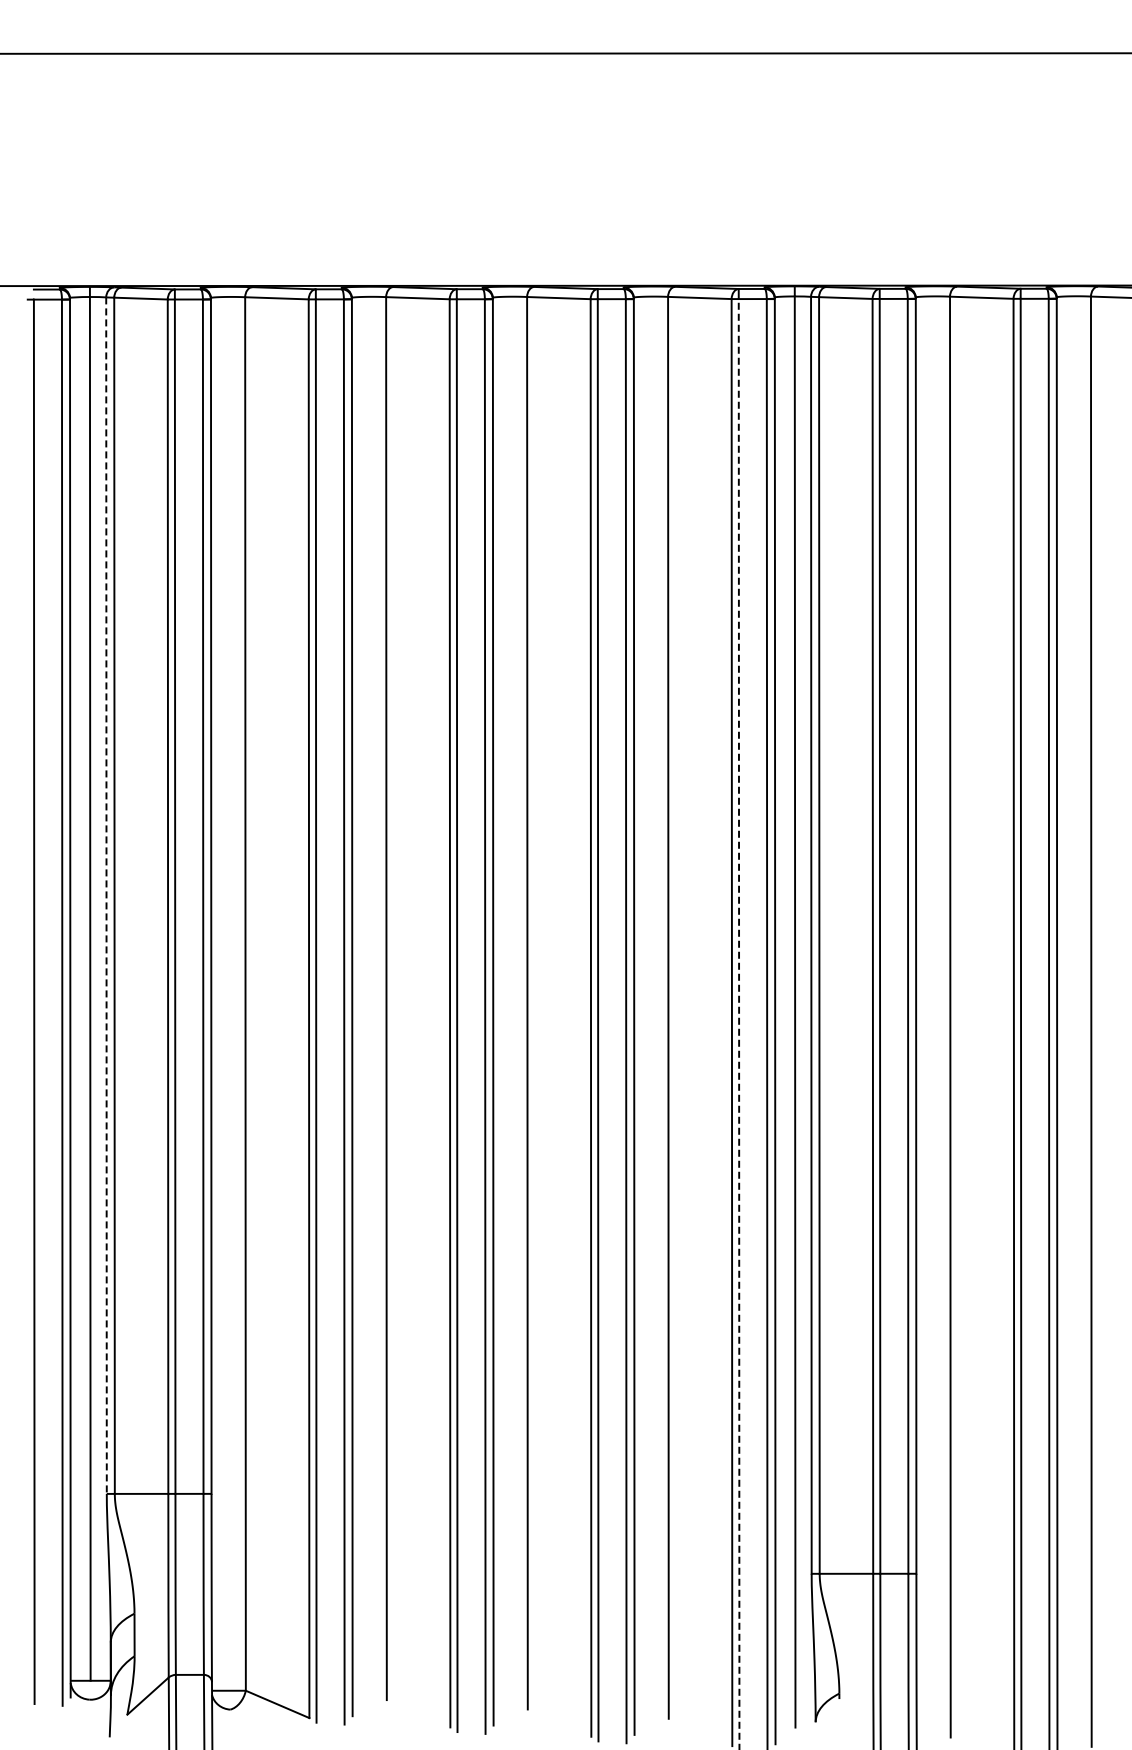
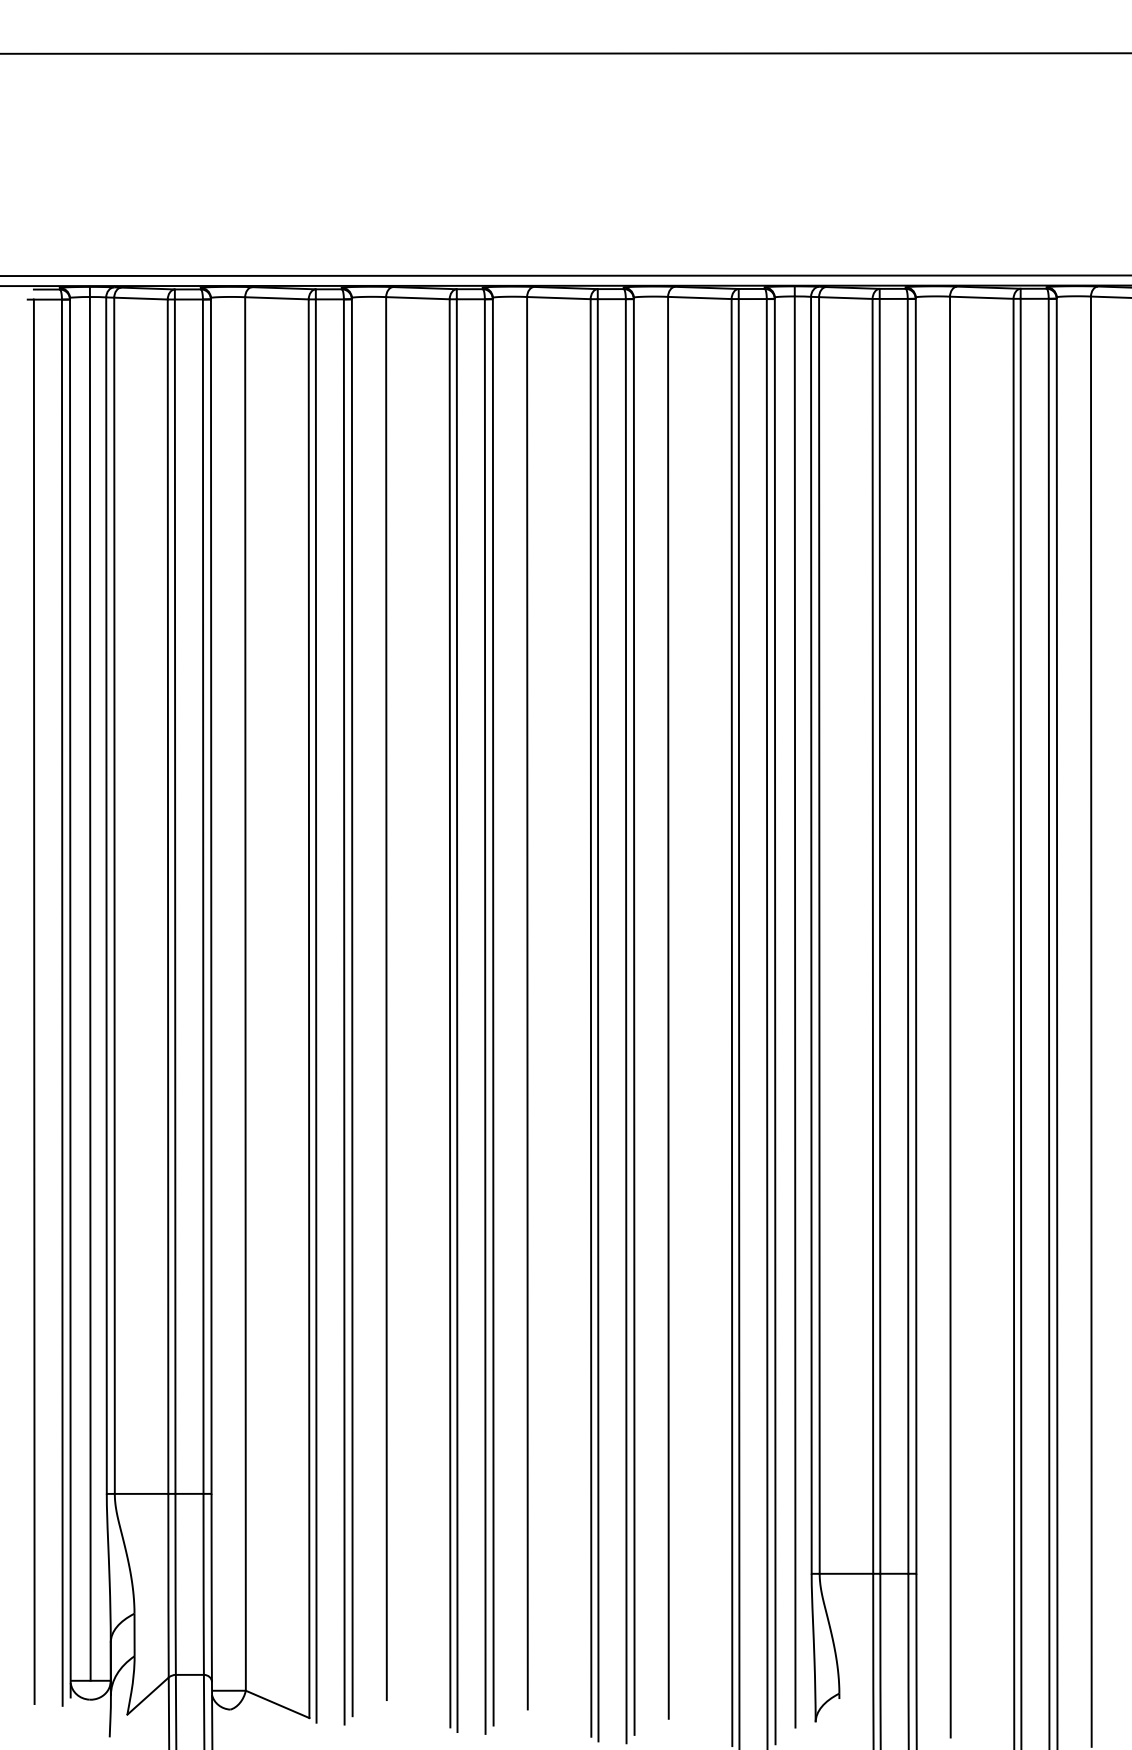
line at (565, 275): none -> present
line at (106, 896): dashed -> solid
line at (739, 1023): dashed -> solid
